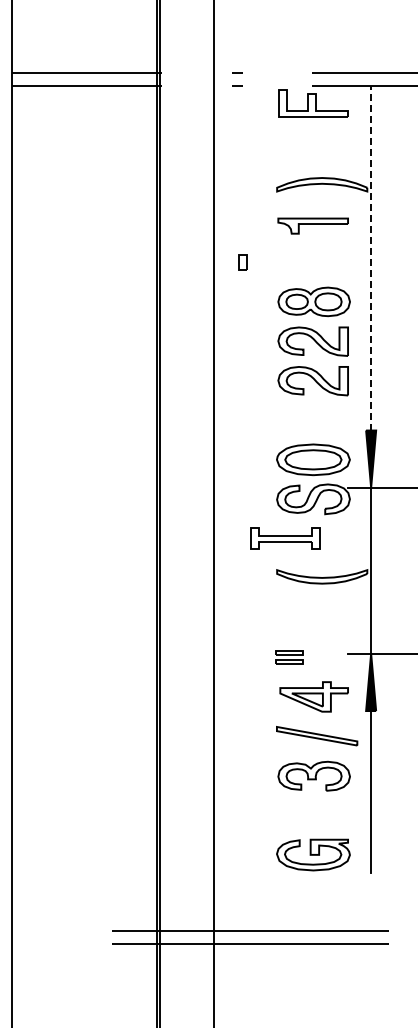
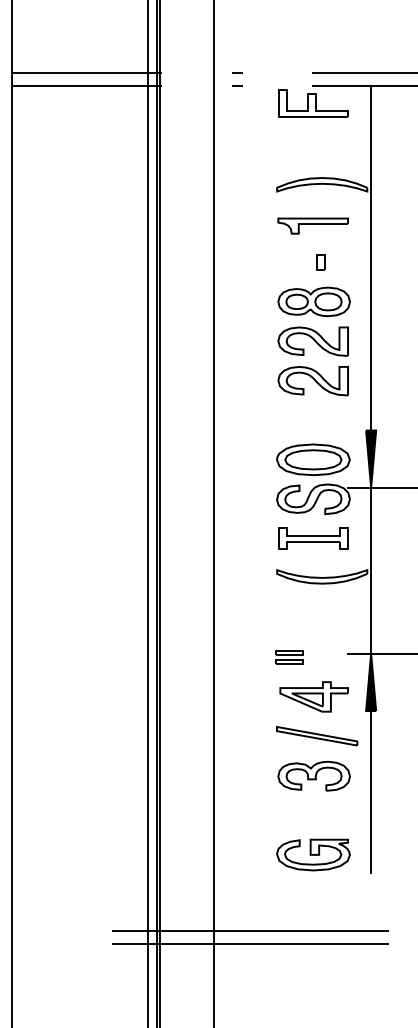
line at (371, 258): dashed -> solid
part at (242, 262) position: (242, 262) -> (320, 262)
line at (148, 513): none -> present
part at (285, 538) position: (285, 538) -> (313, 538)
